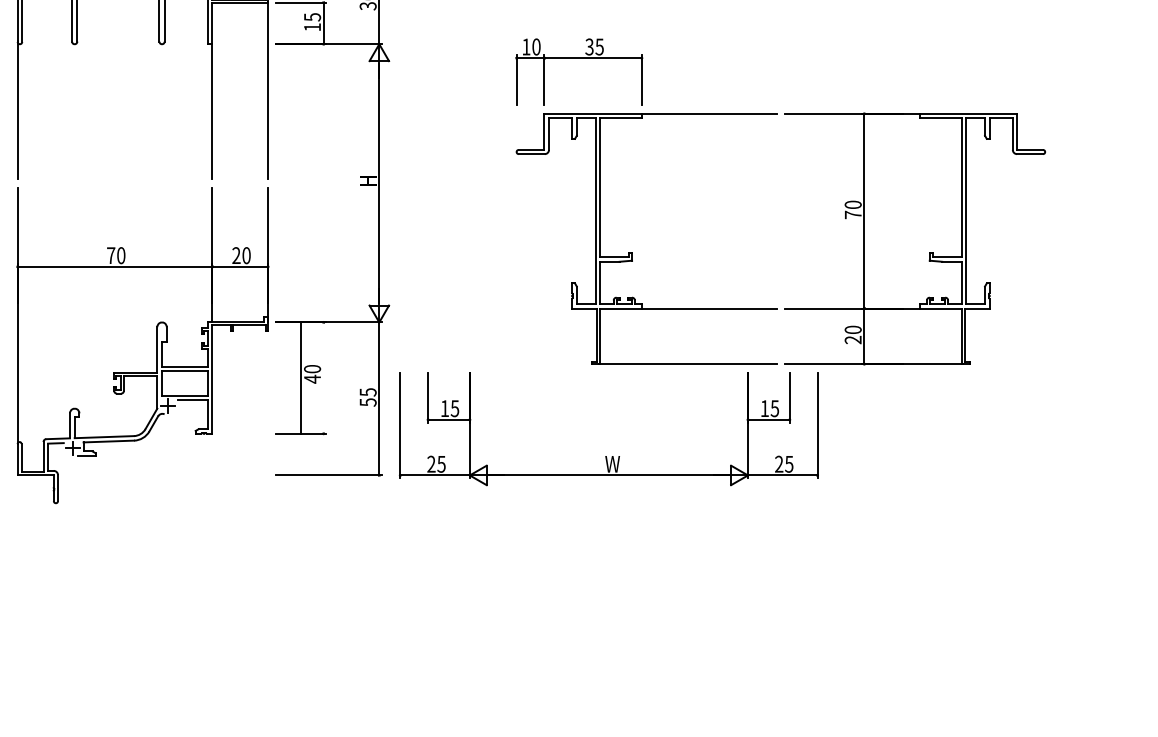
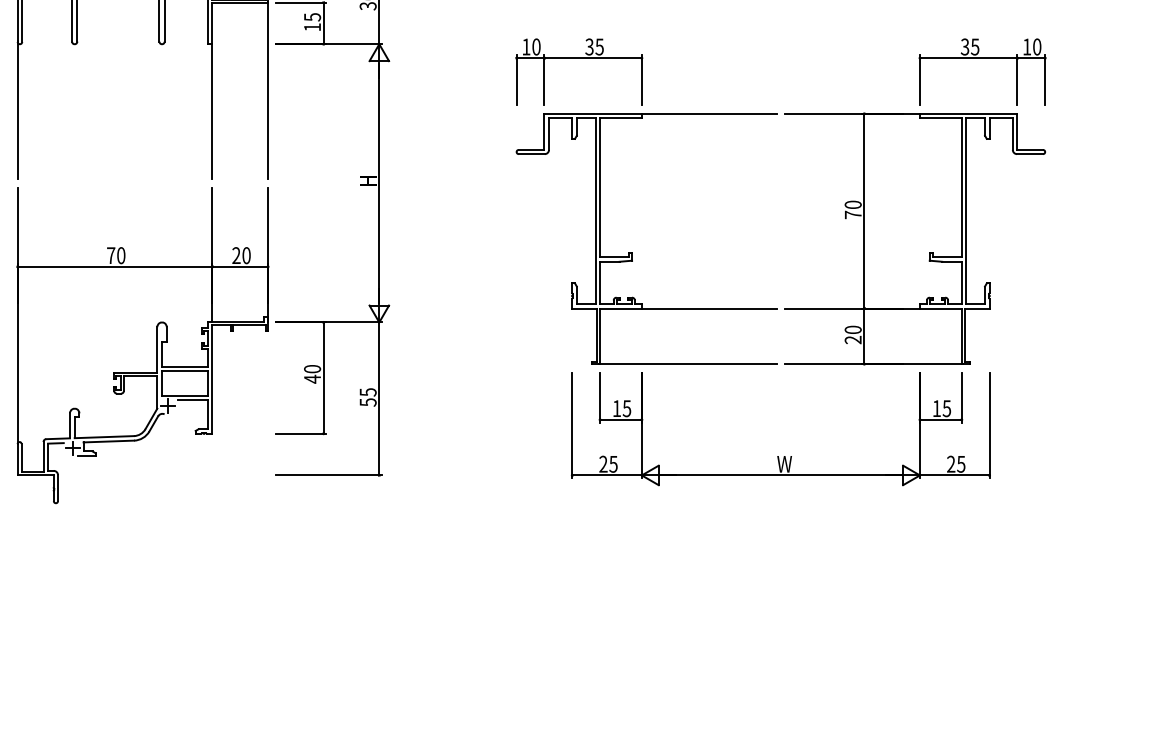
part at (982, 58): none -> present
line at (300, 377) position: (300, 377) -> (323, 377)
part at (606, 456) position: (606, 456) -> (778, 456)
